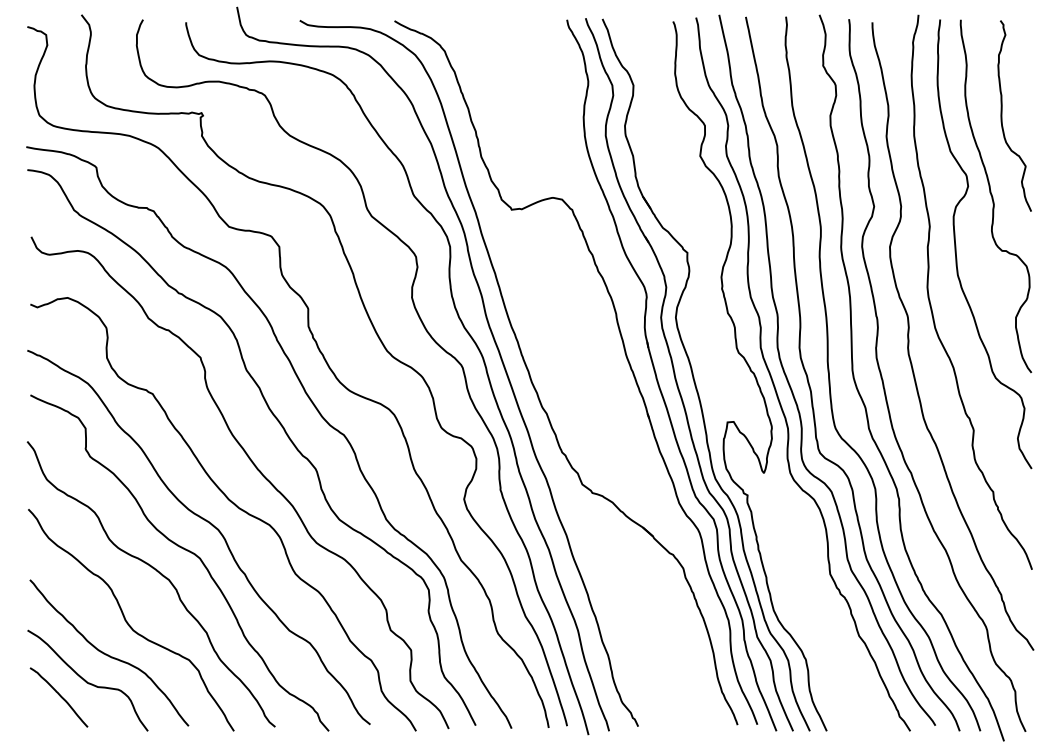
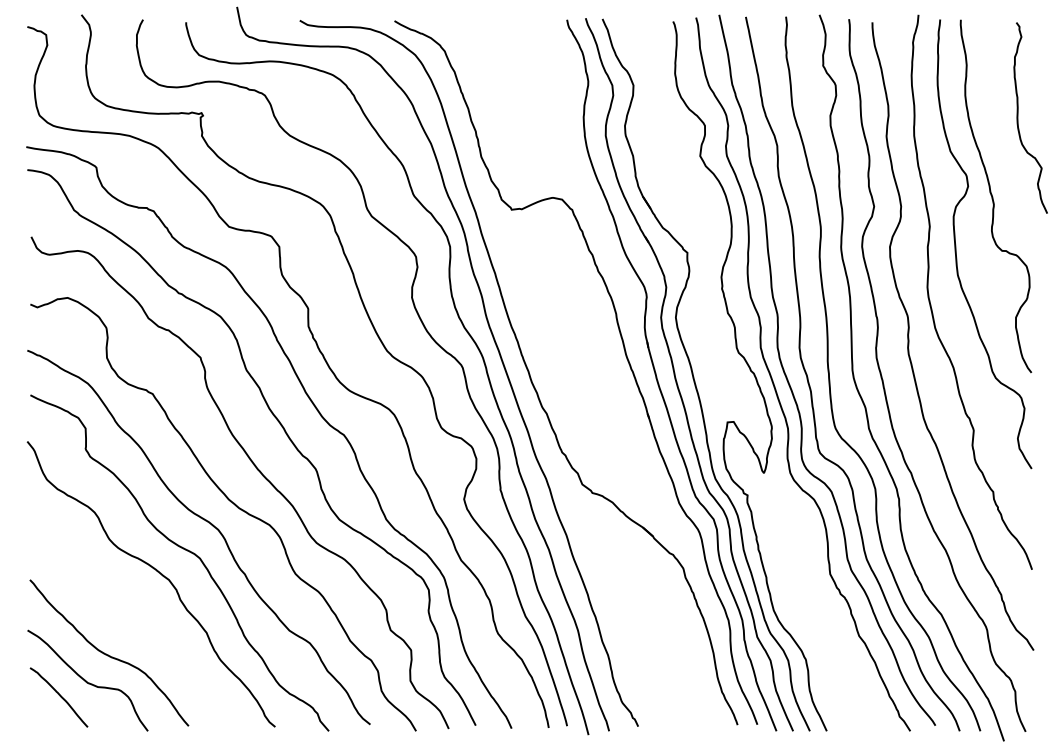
curve at (1002, 115) position: (1002, 115) -> (1018, 117)
curve at (128, 622): present -> none
